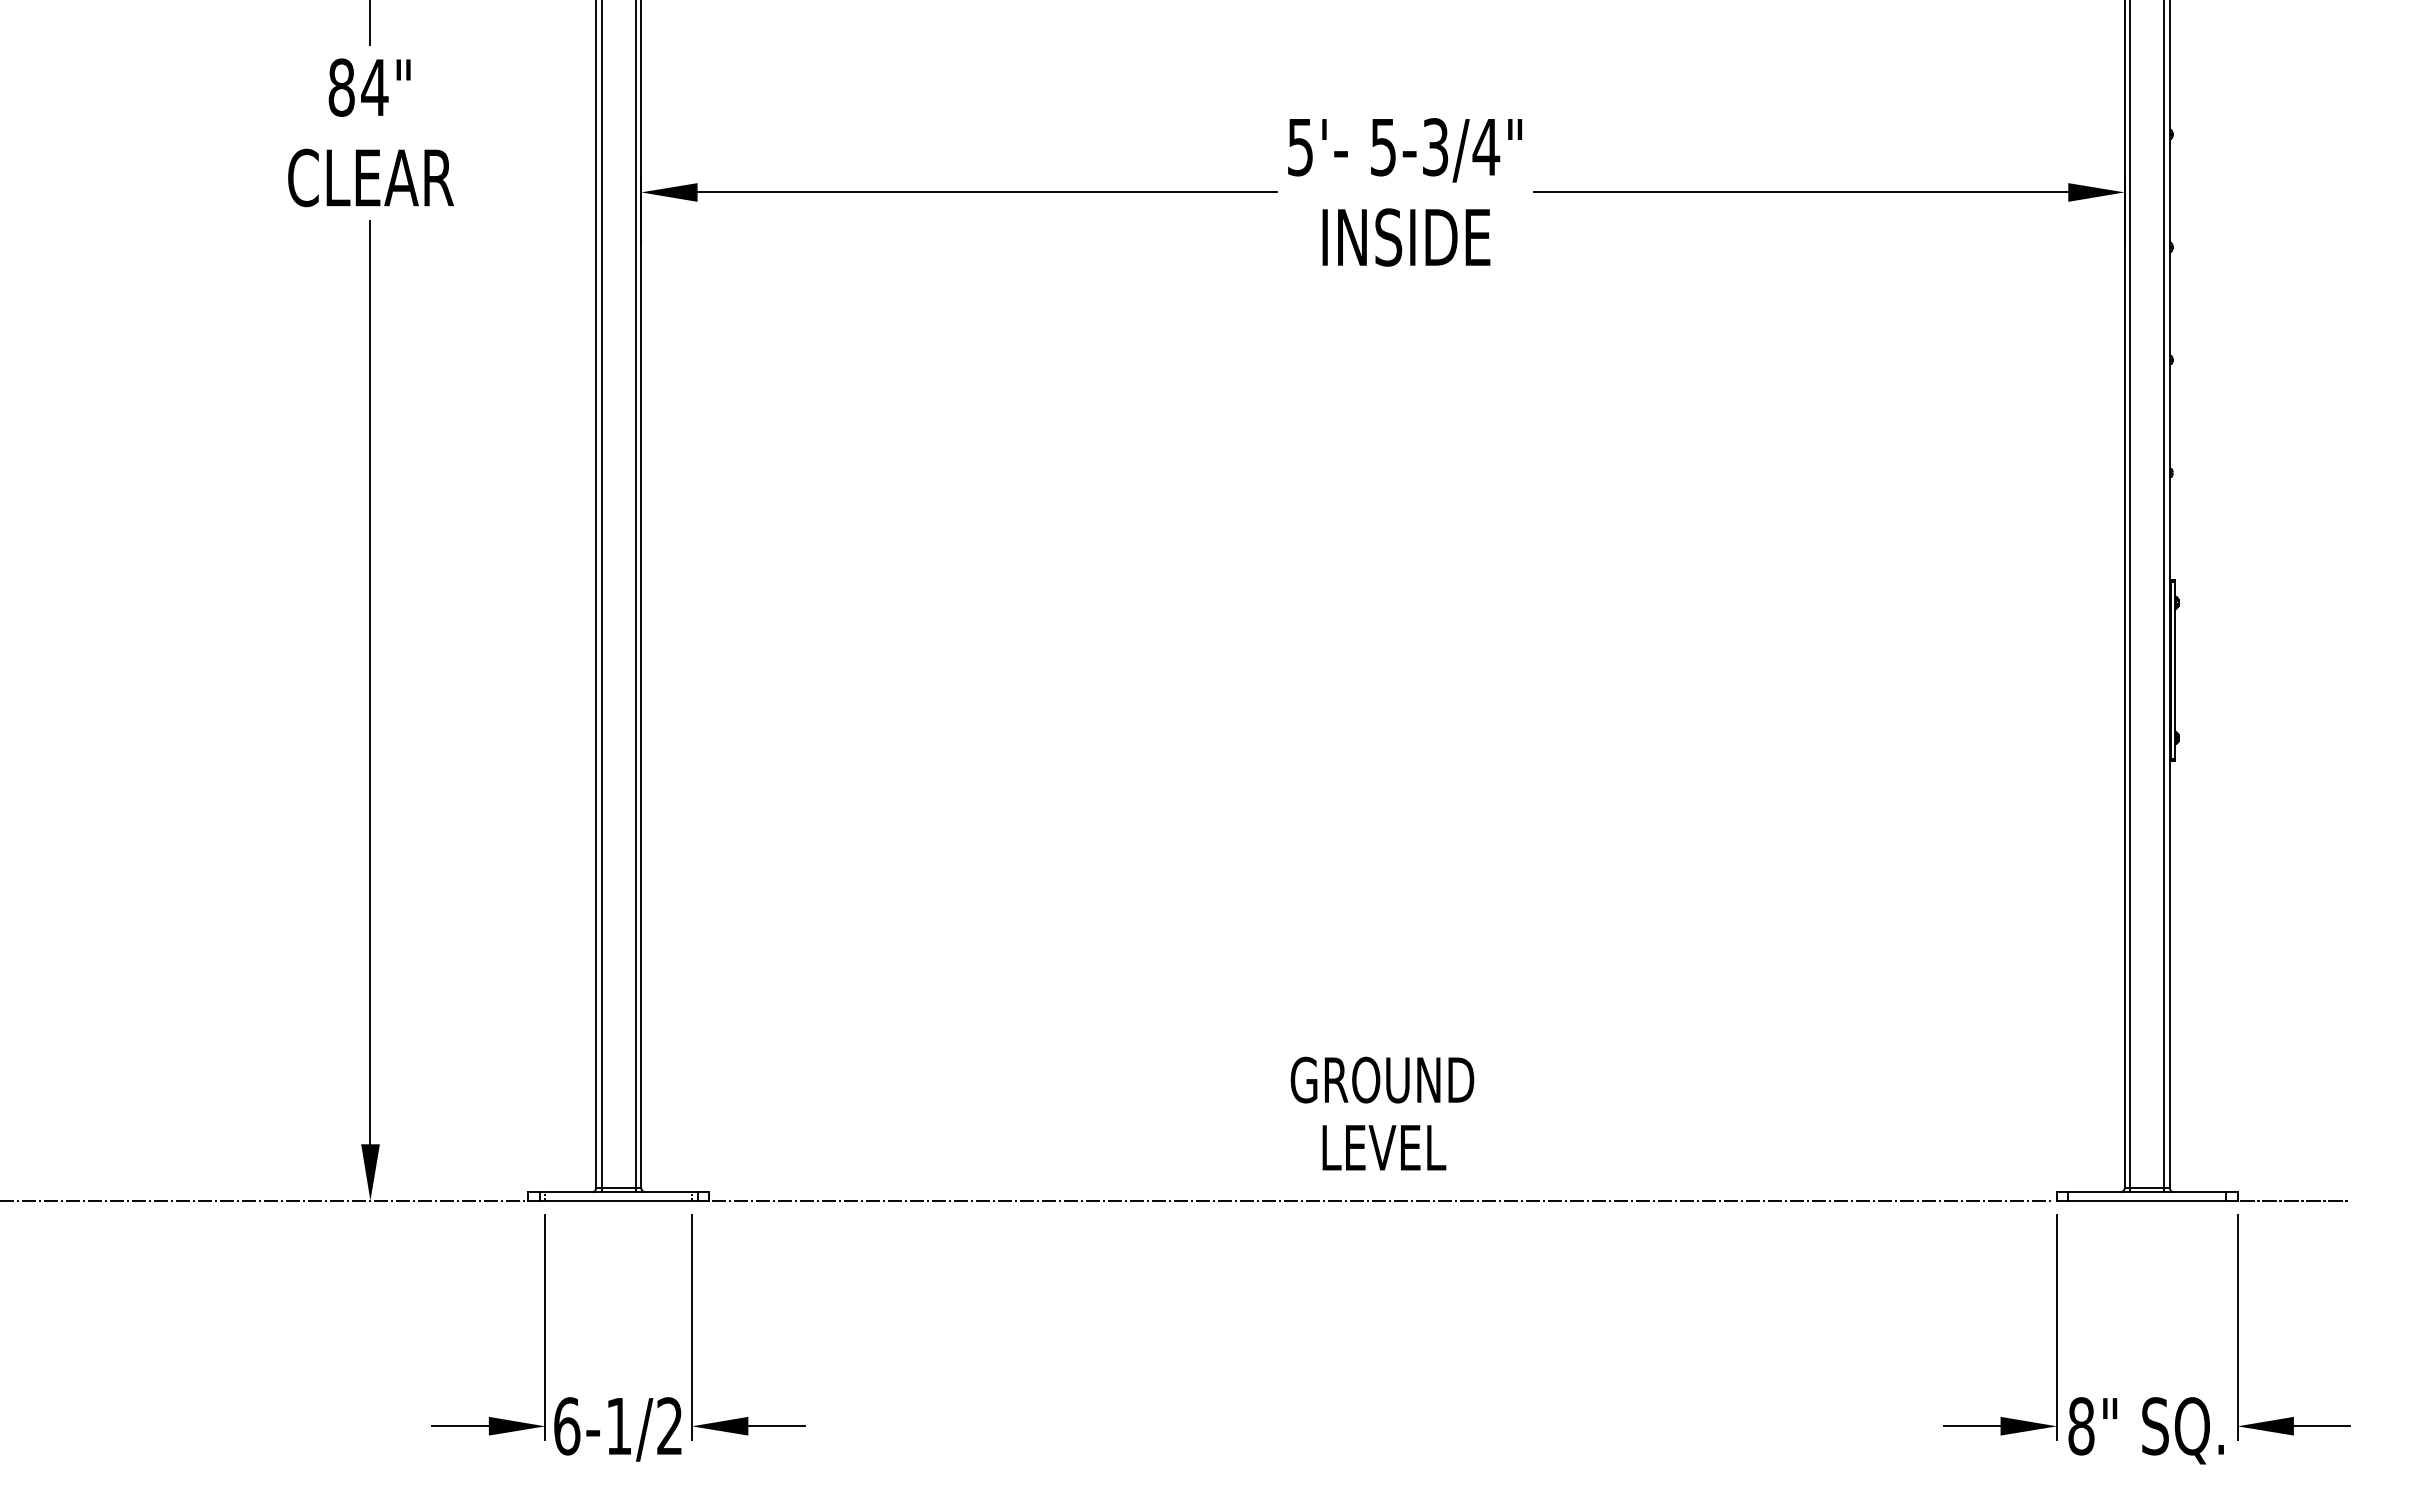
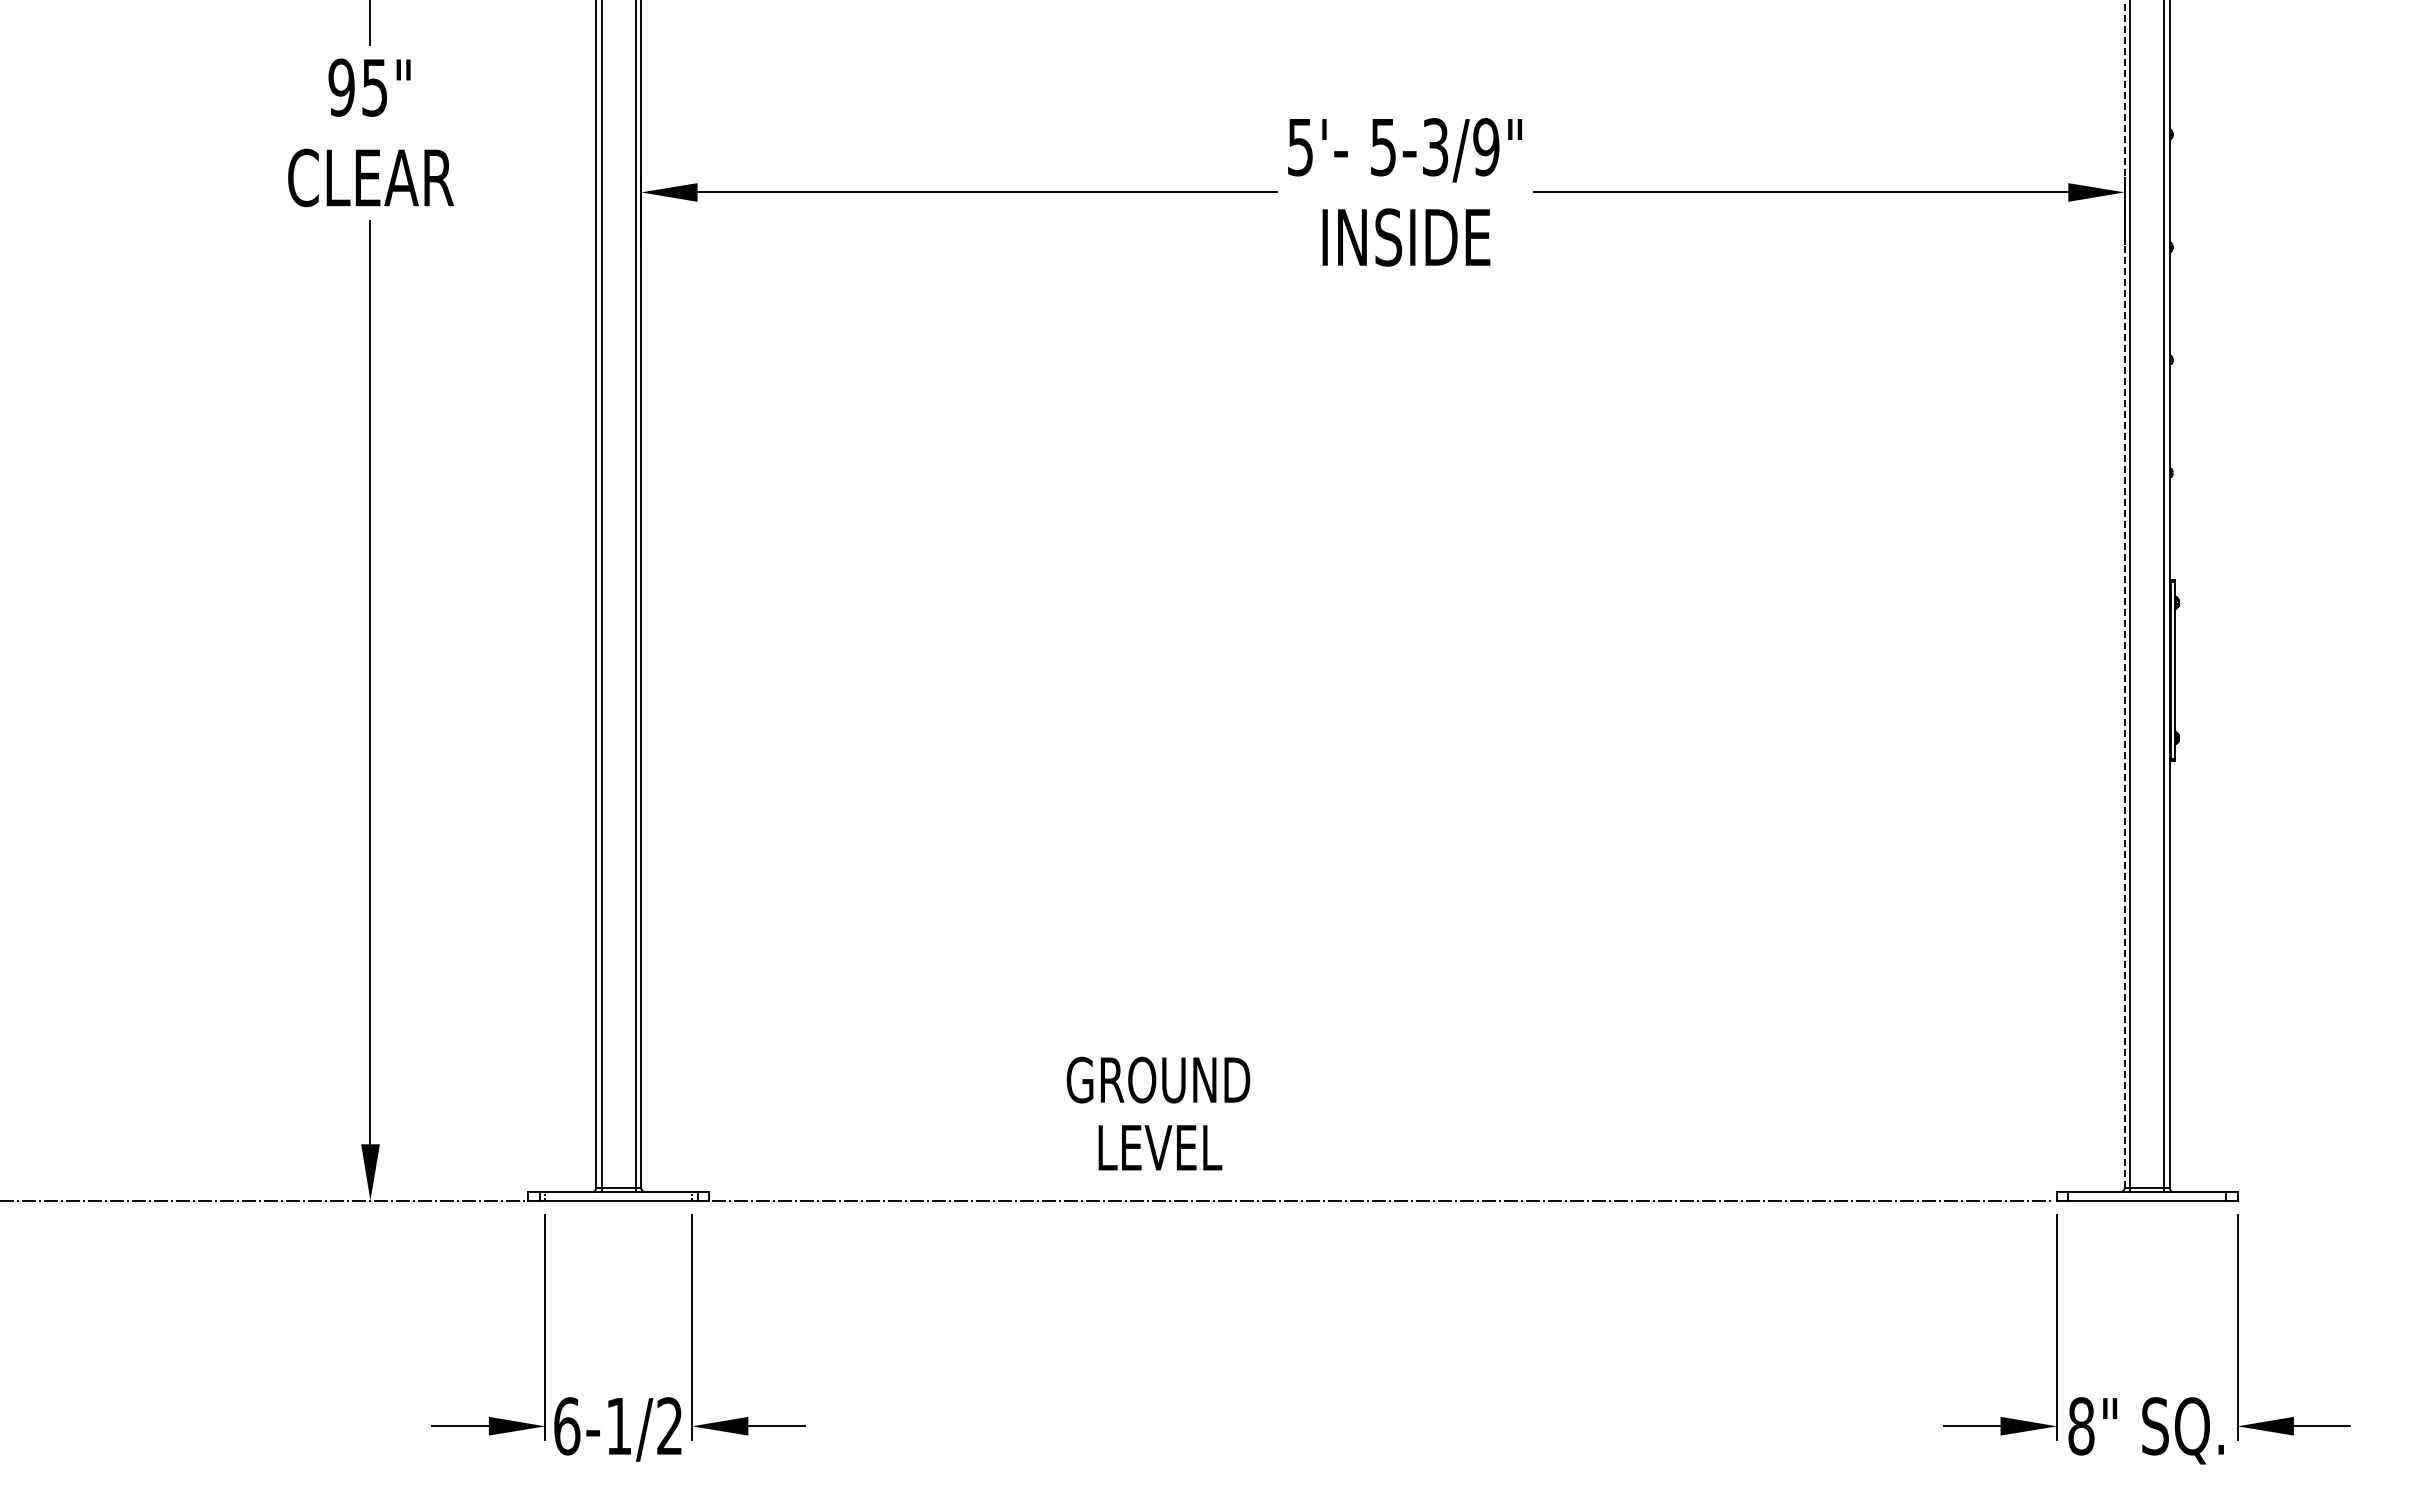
text at (358, 87): 84" -> 95"
text at (1486, 147): 5-3/4" -> 5-3/9"
line at (2124, 594): solid -> dashed
text at (1382, 1113) position: (1382, 1113) -> (1158, 1113)
line at (2295, 1200): present -> none
